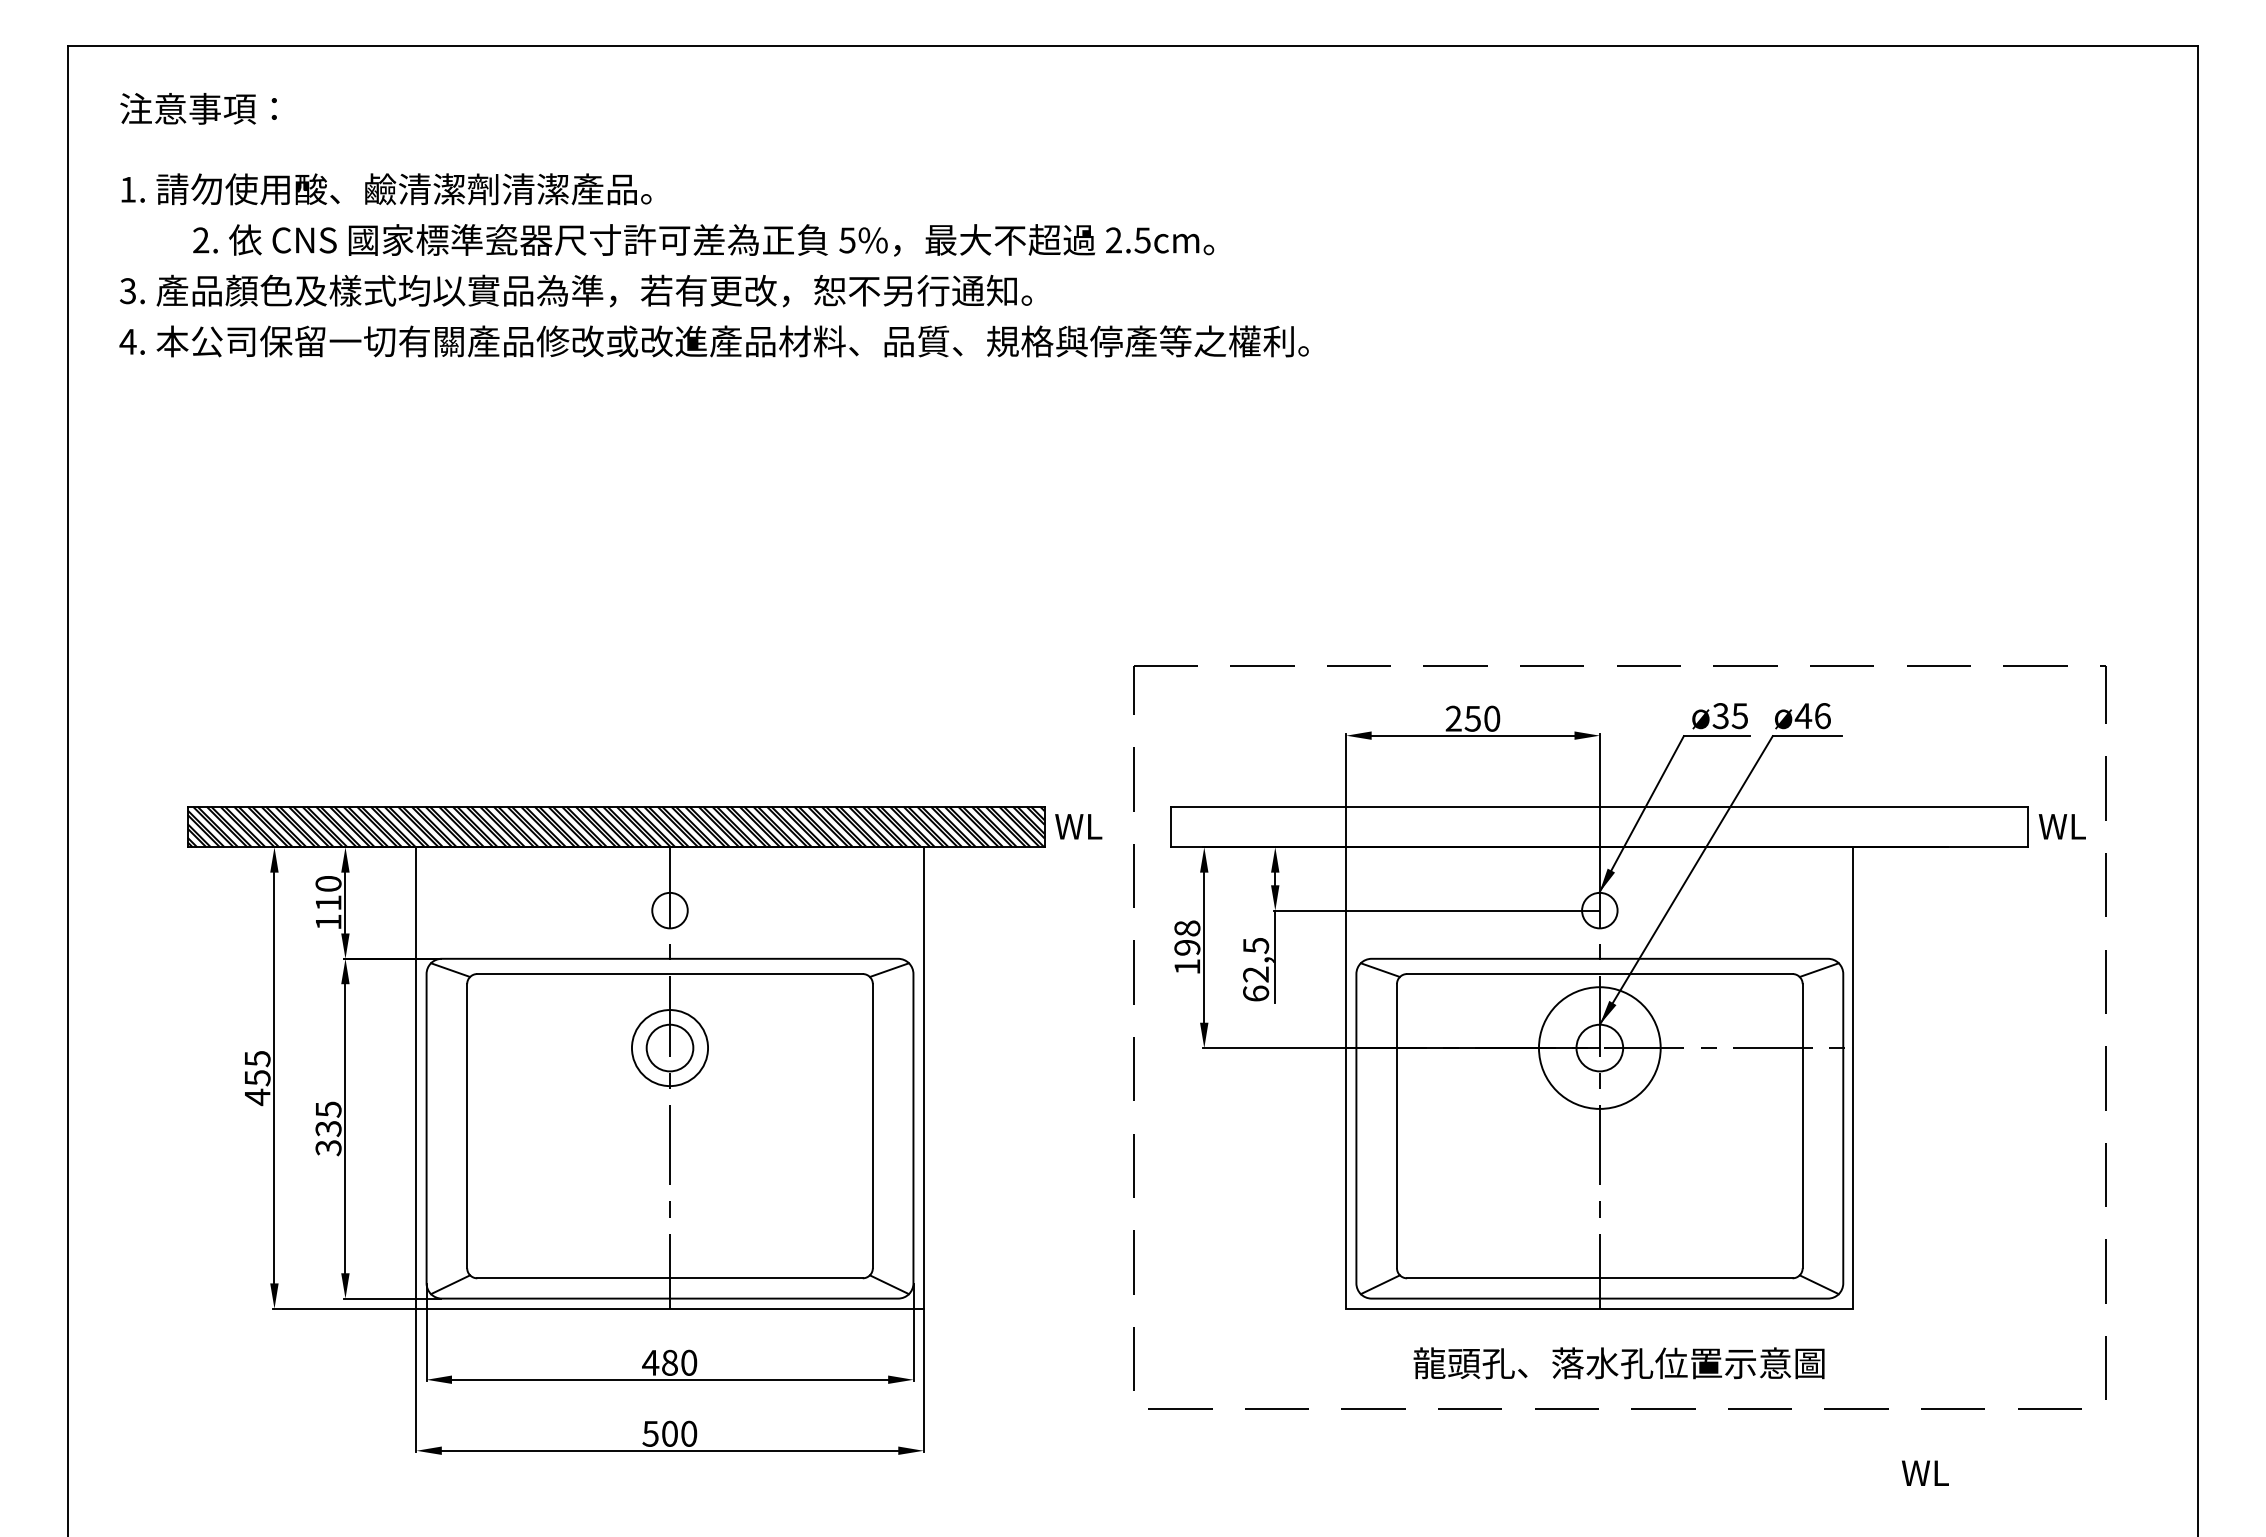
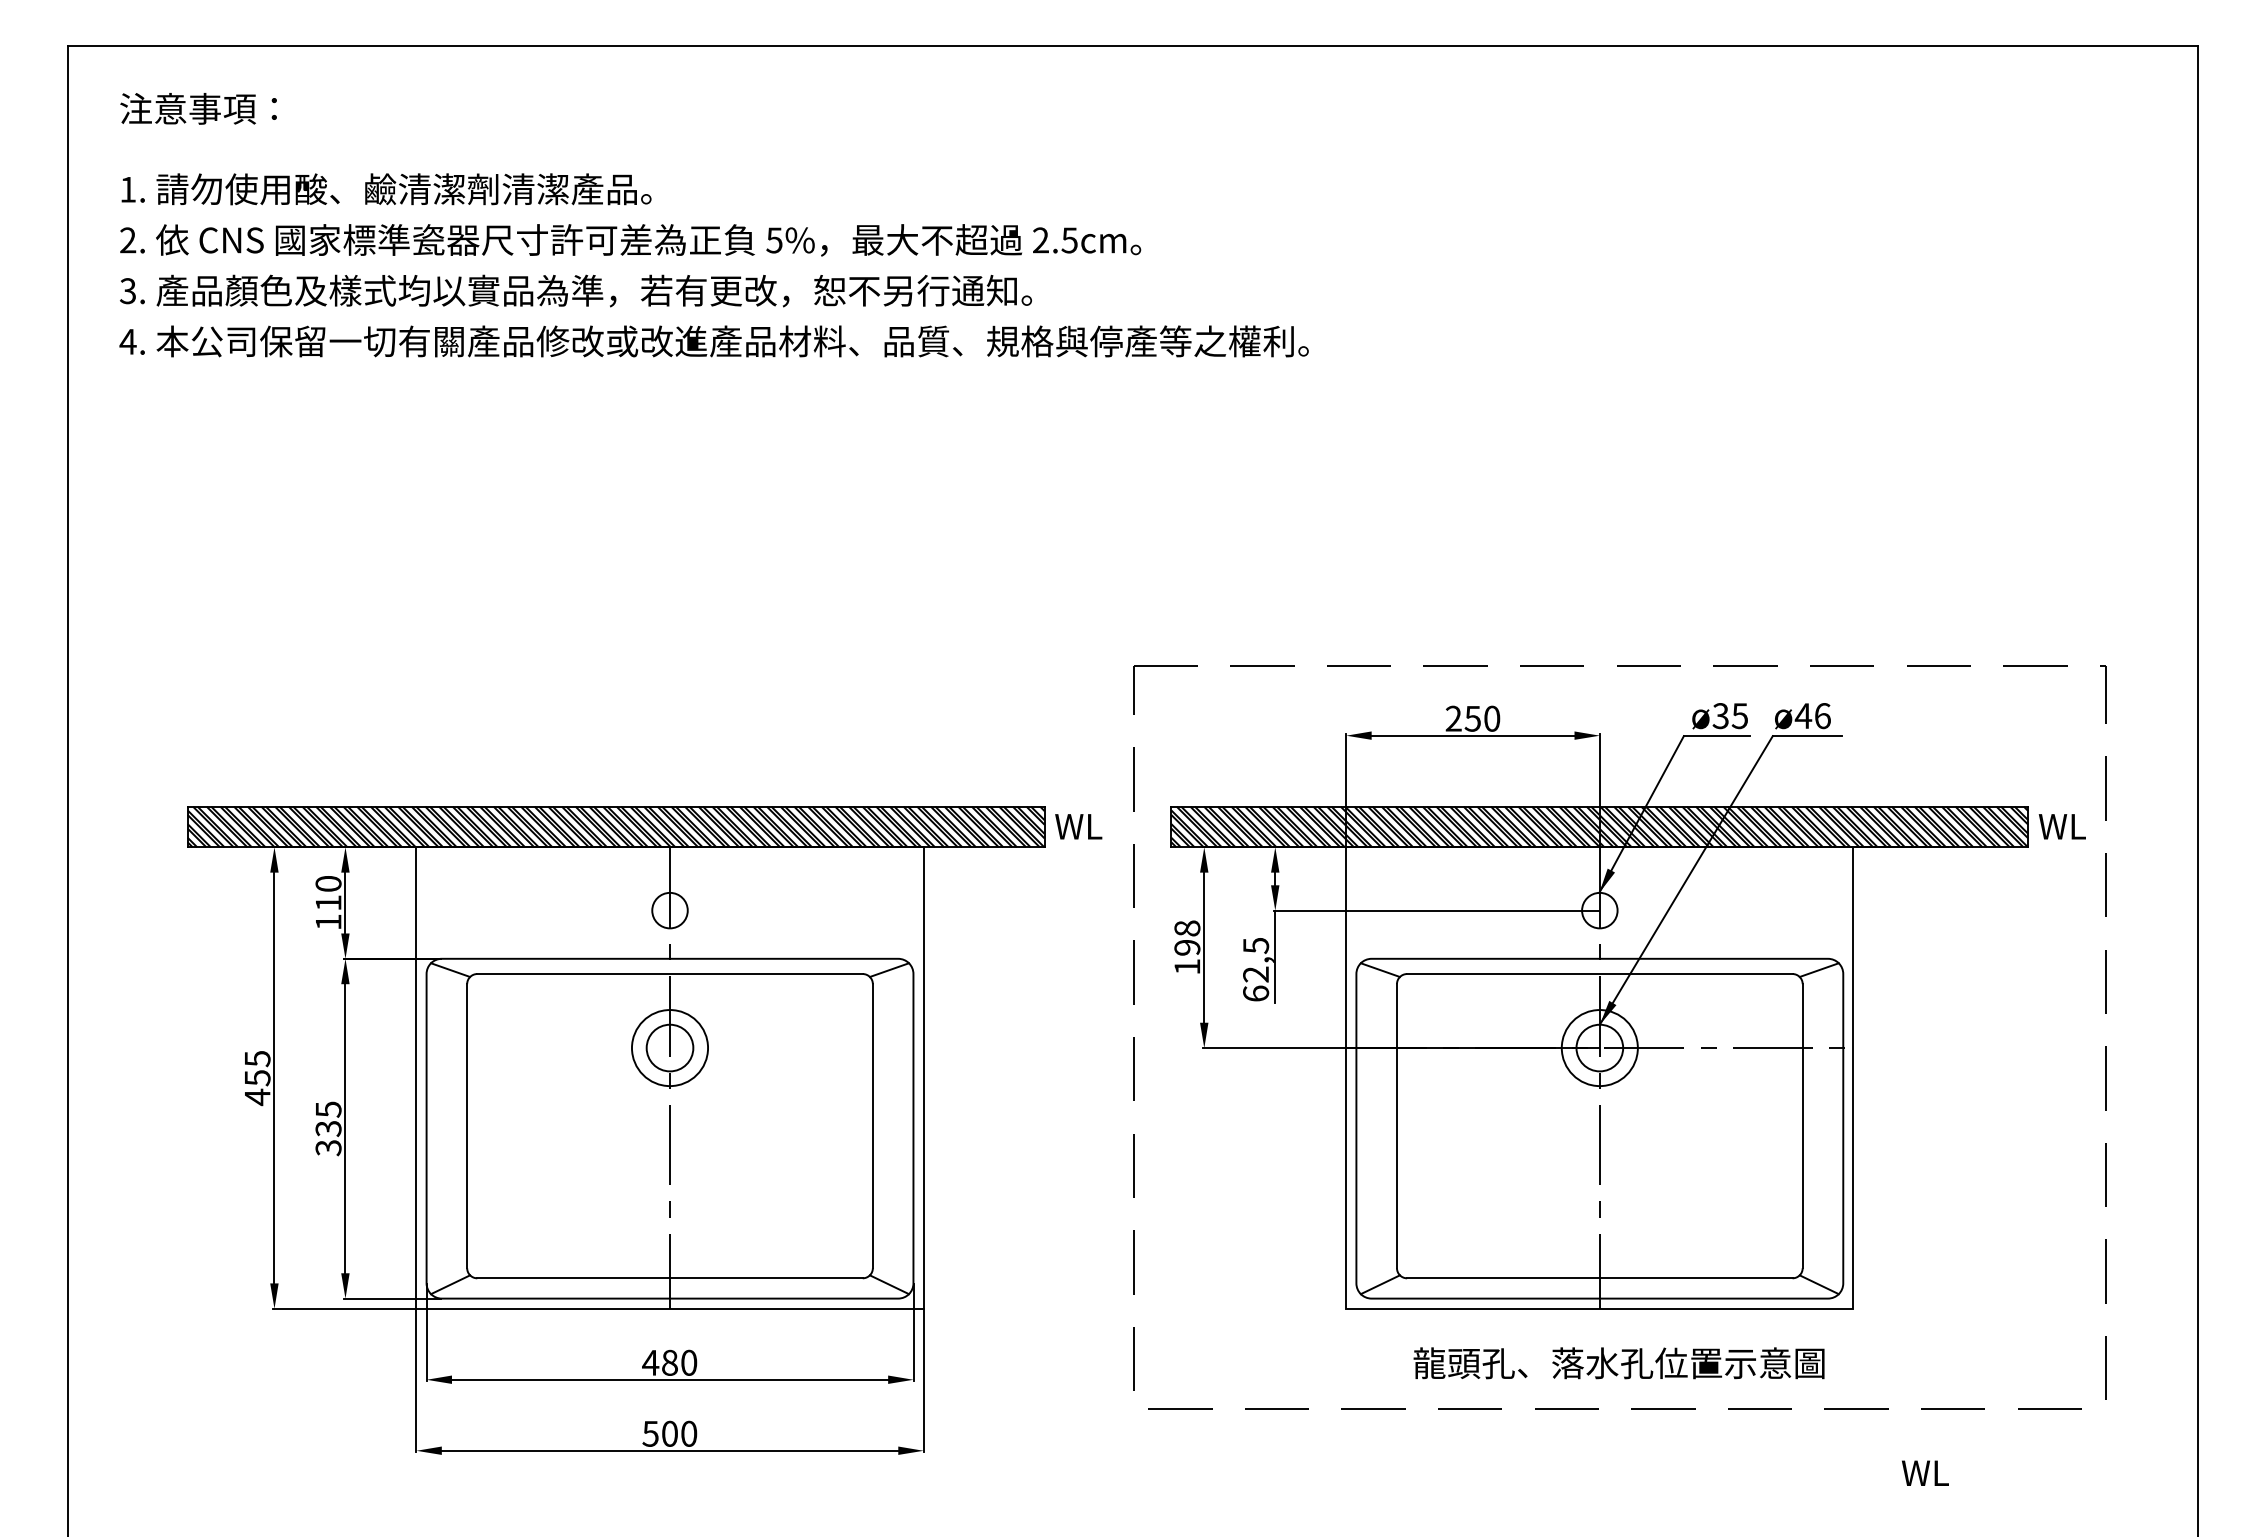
text at (703, 240) position: (703, 240) -> (630, 240)
hatch at (1599, 826): none -> present
circle at (1599, 1047) diameter: 122 px -> 76 px
